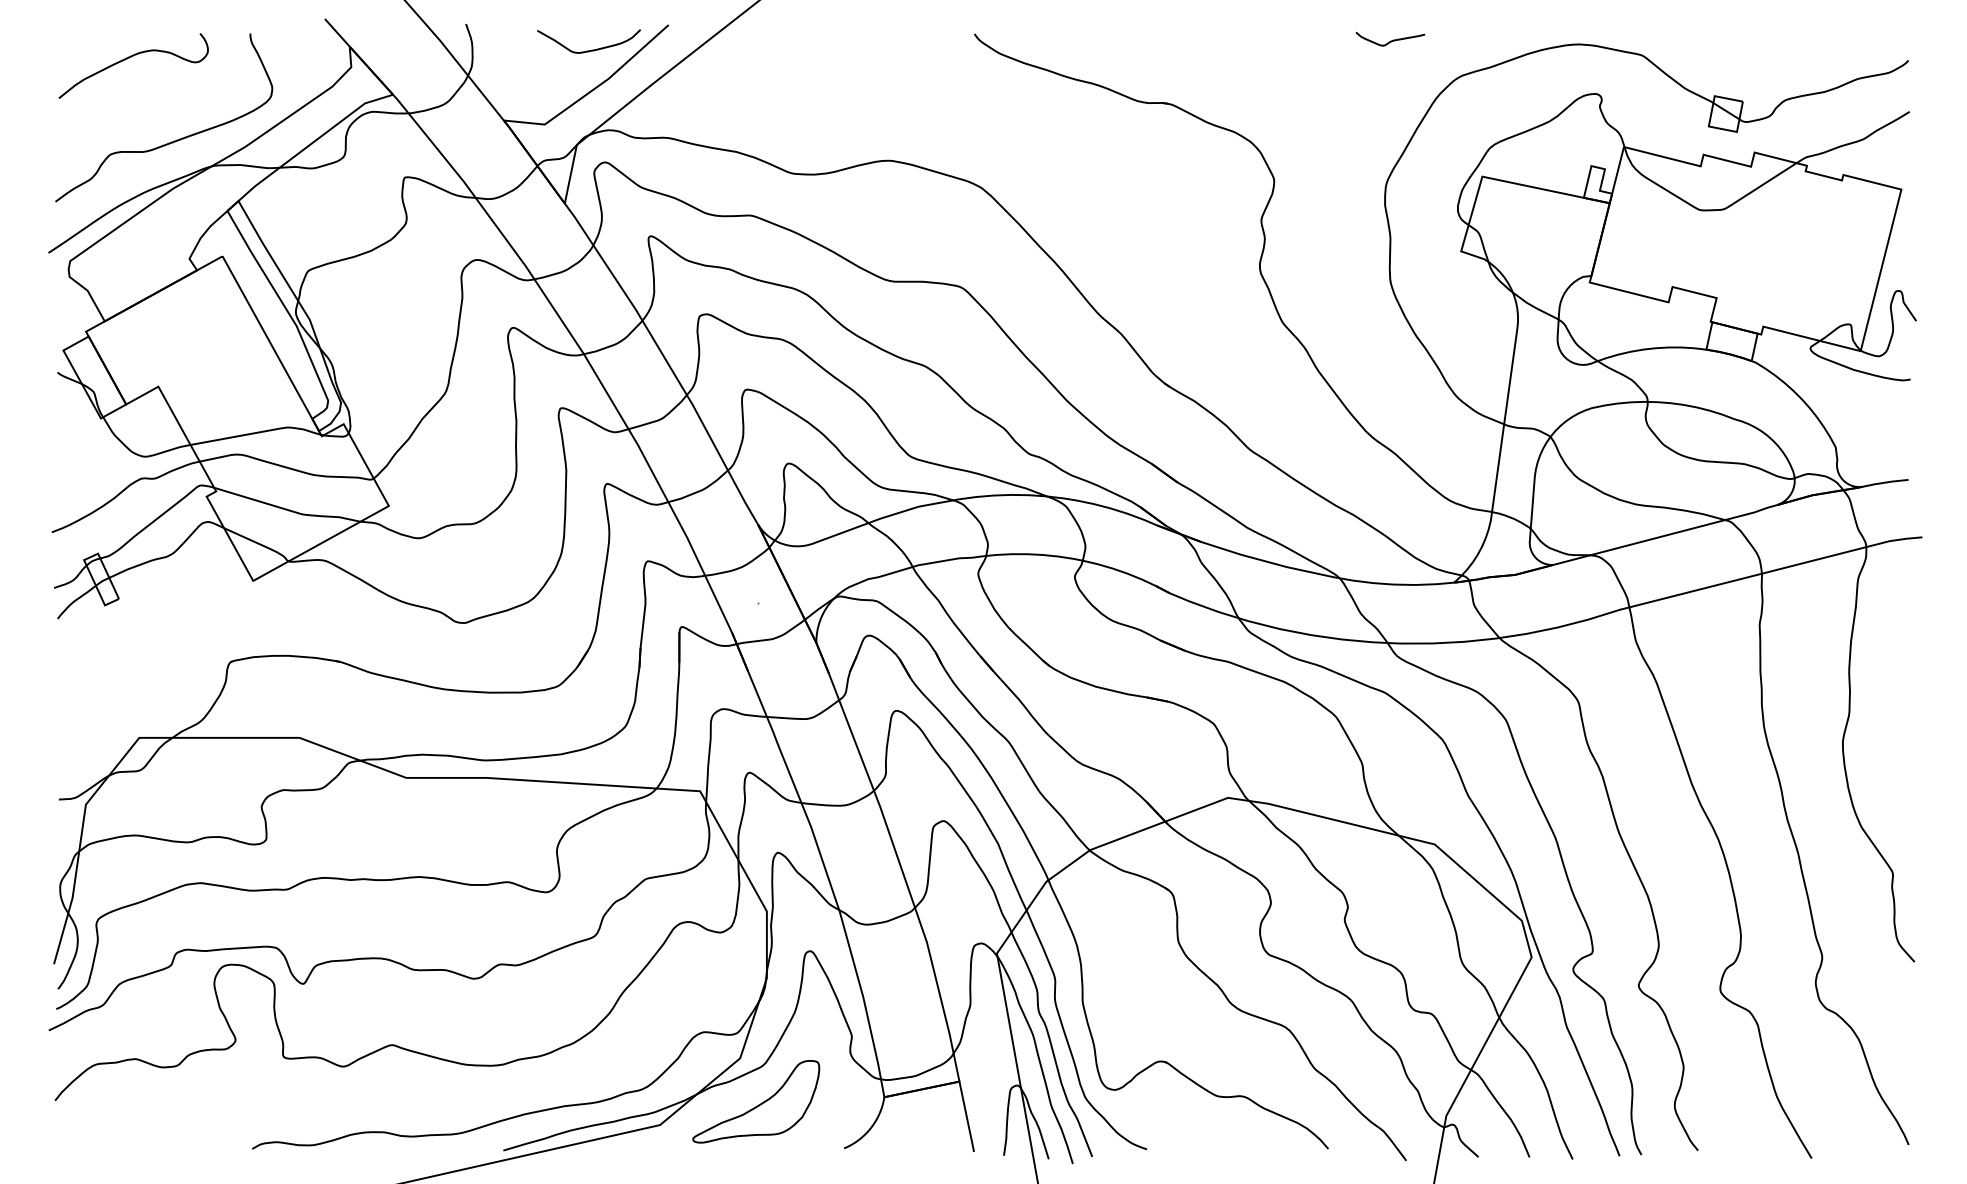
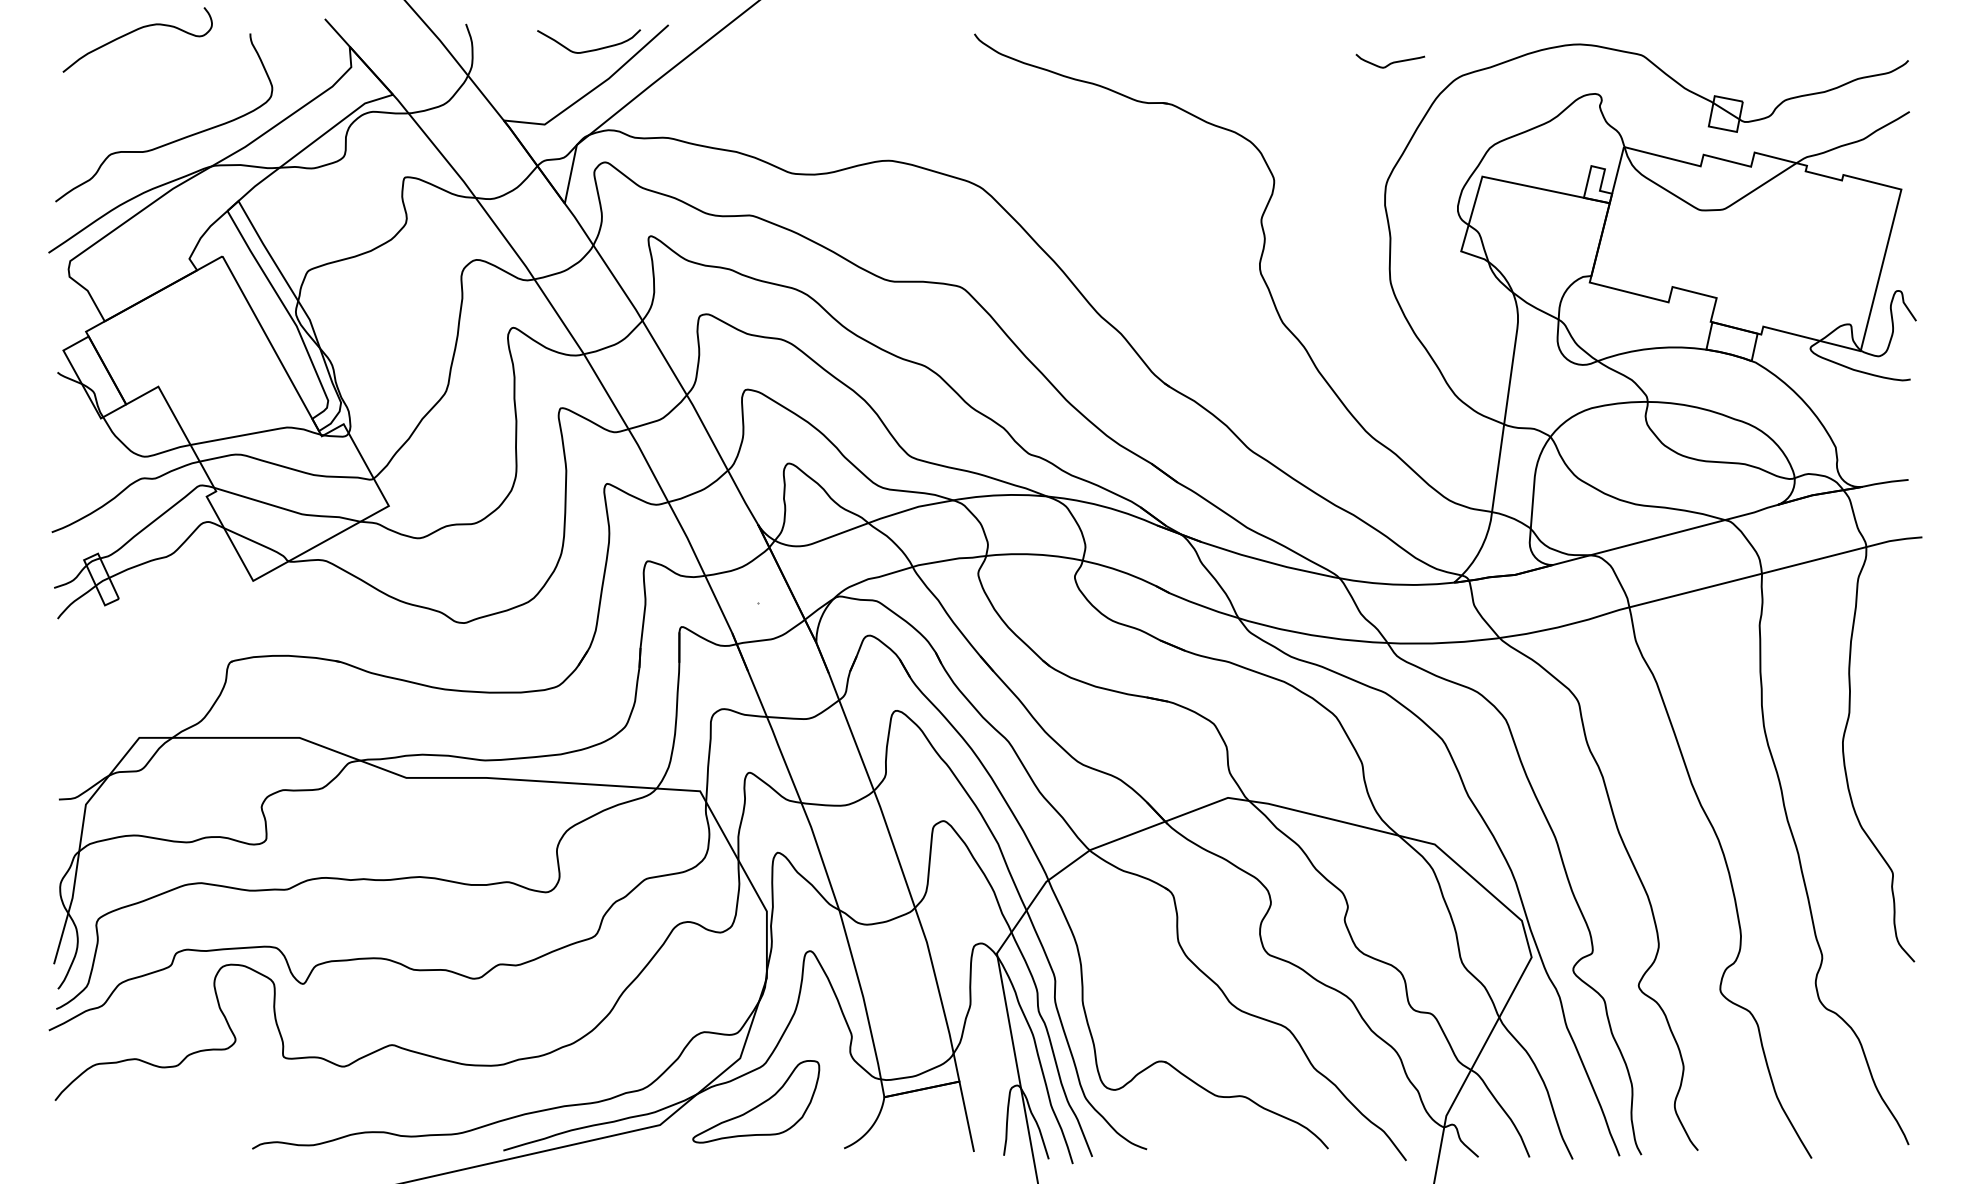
curve at (1390, 40) position: (1390, 40) -> (1390, 62)
curve at (129, 58) position: (129, 58) -> (133, 32)
